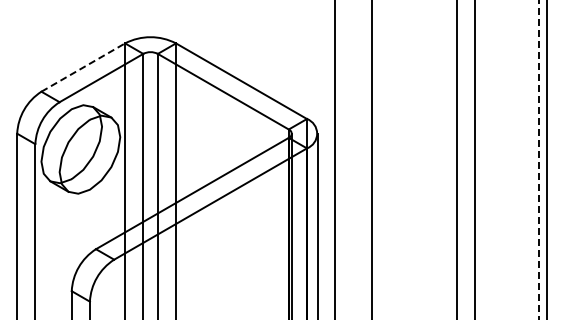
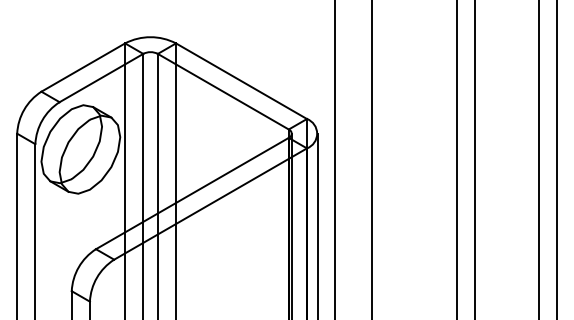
line at (83, 67): dashed -> solid
line at (538, 159): dashed -> solid
line at (546, 159) position: (546, 159) -> (556, 159)
